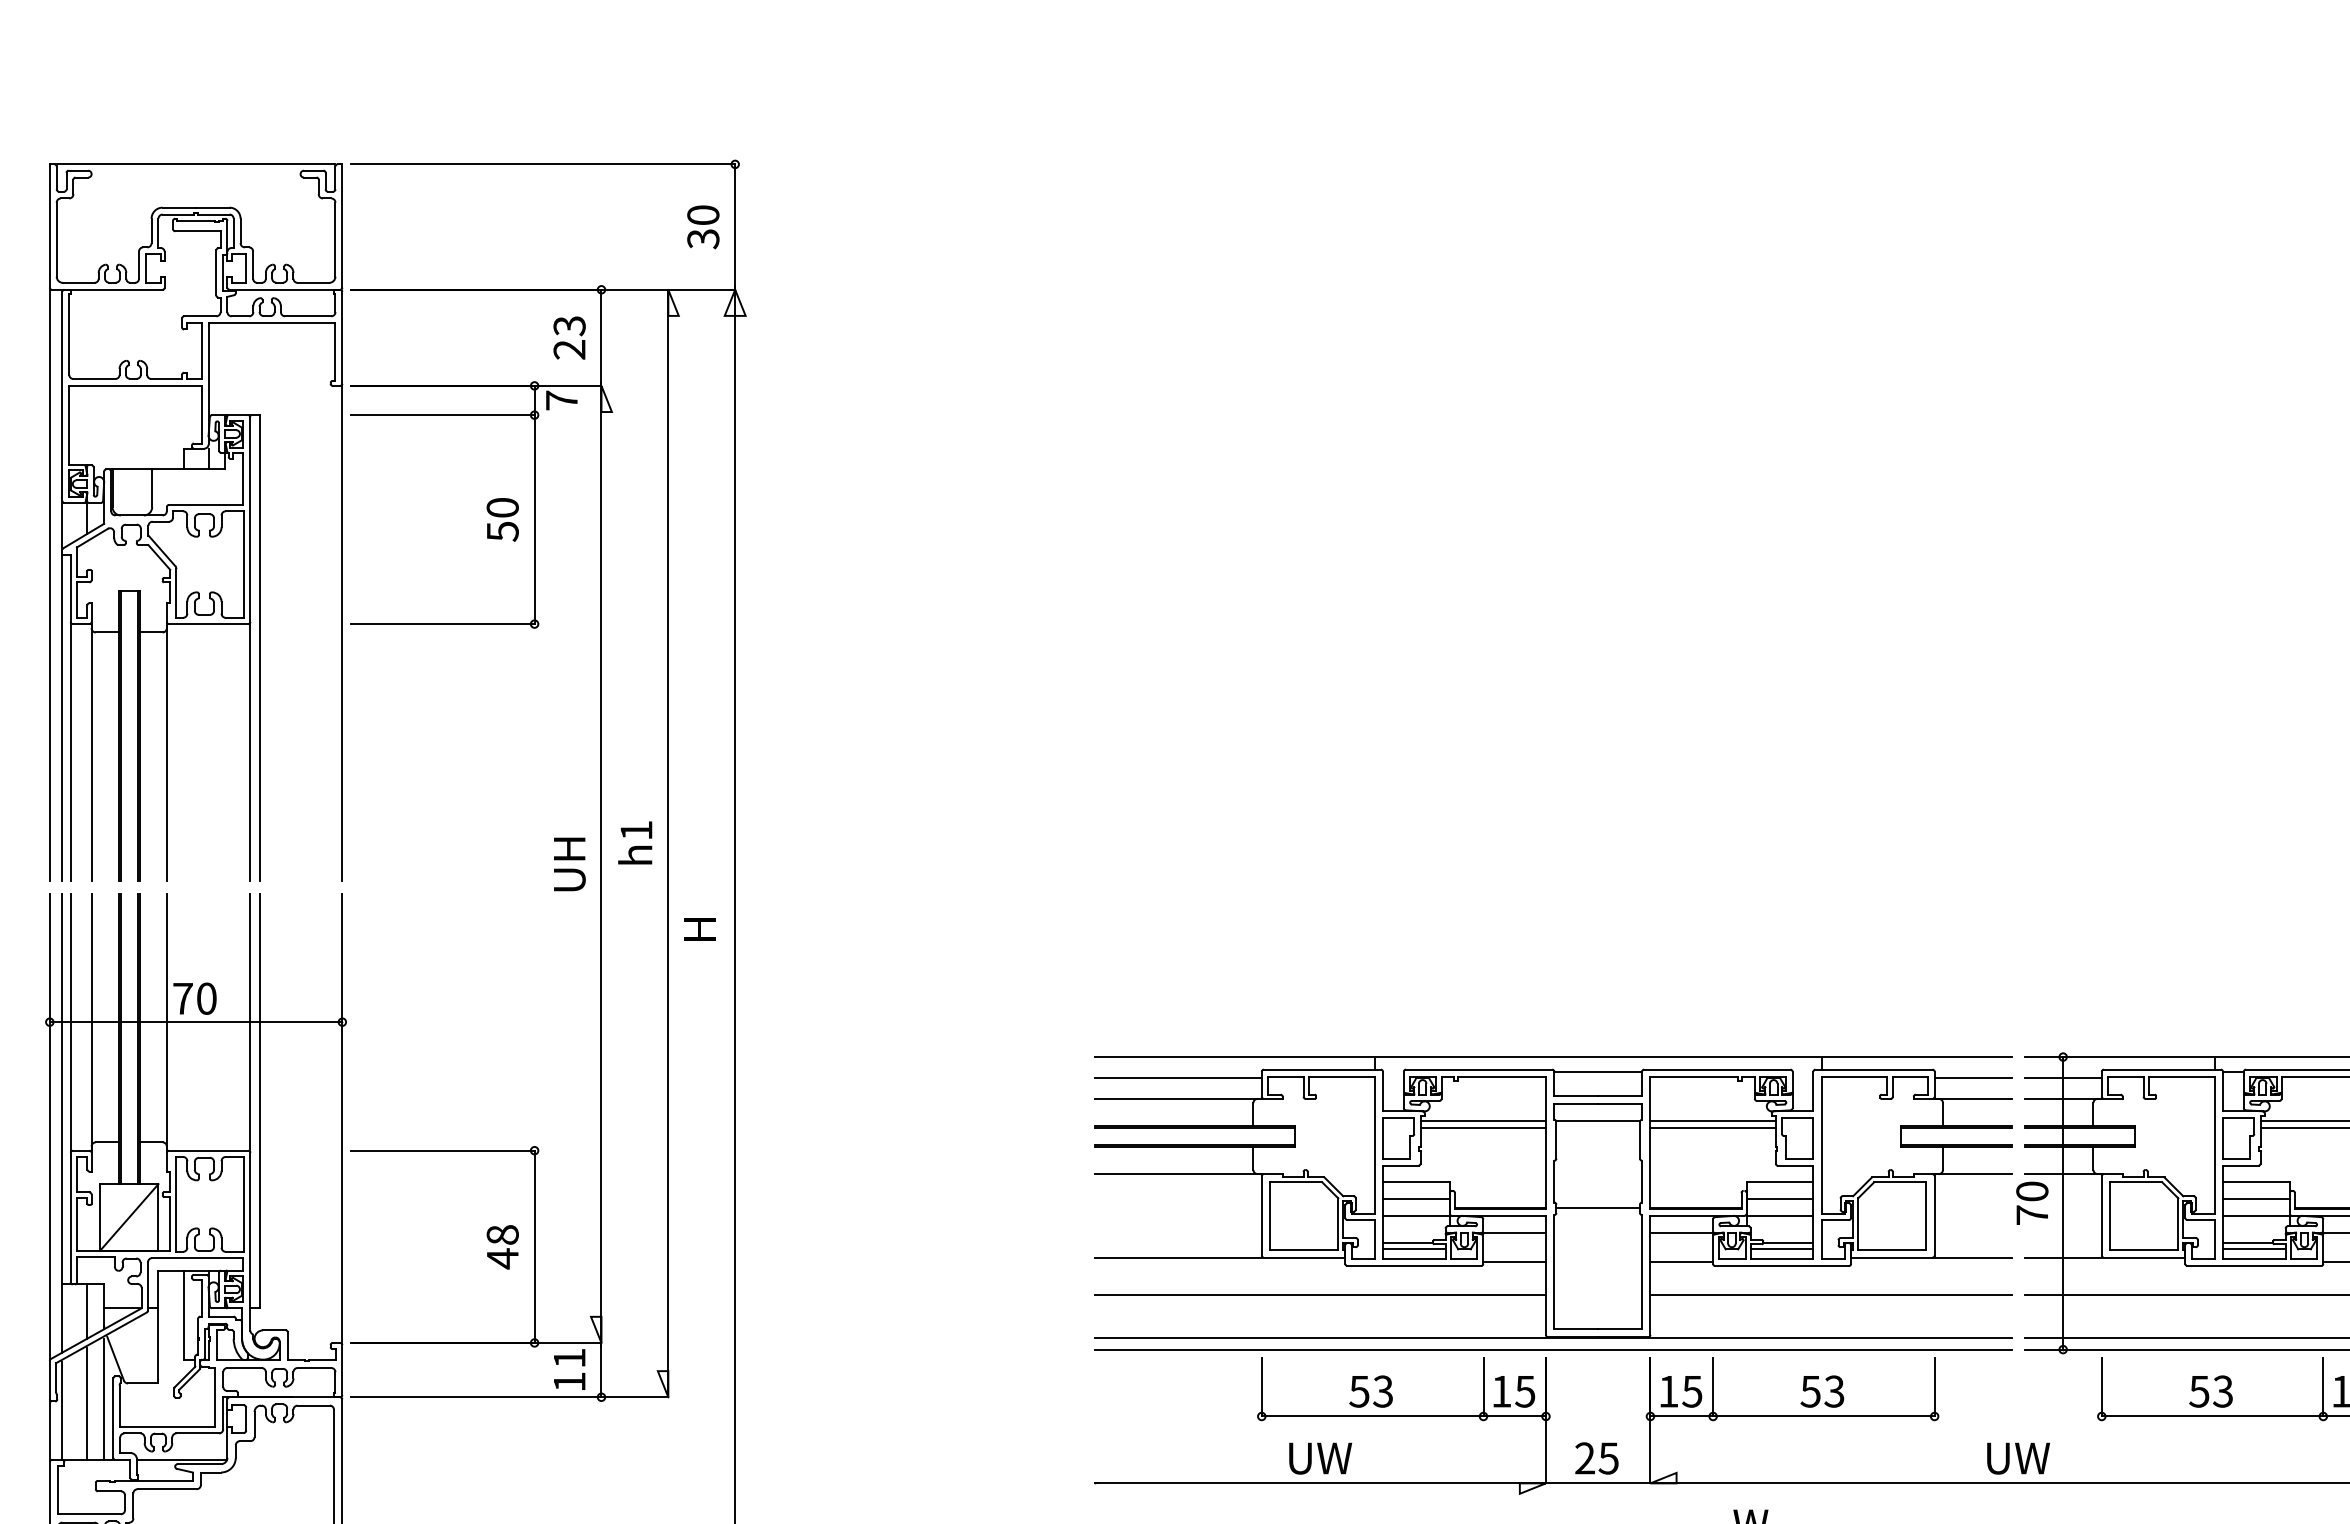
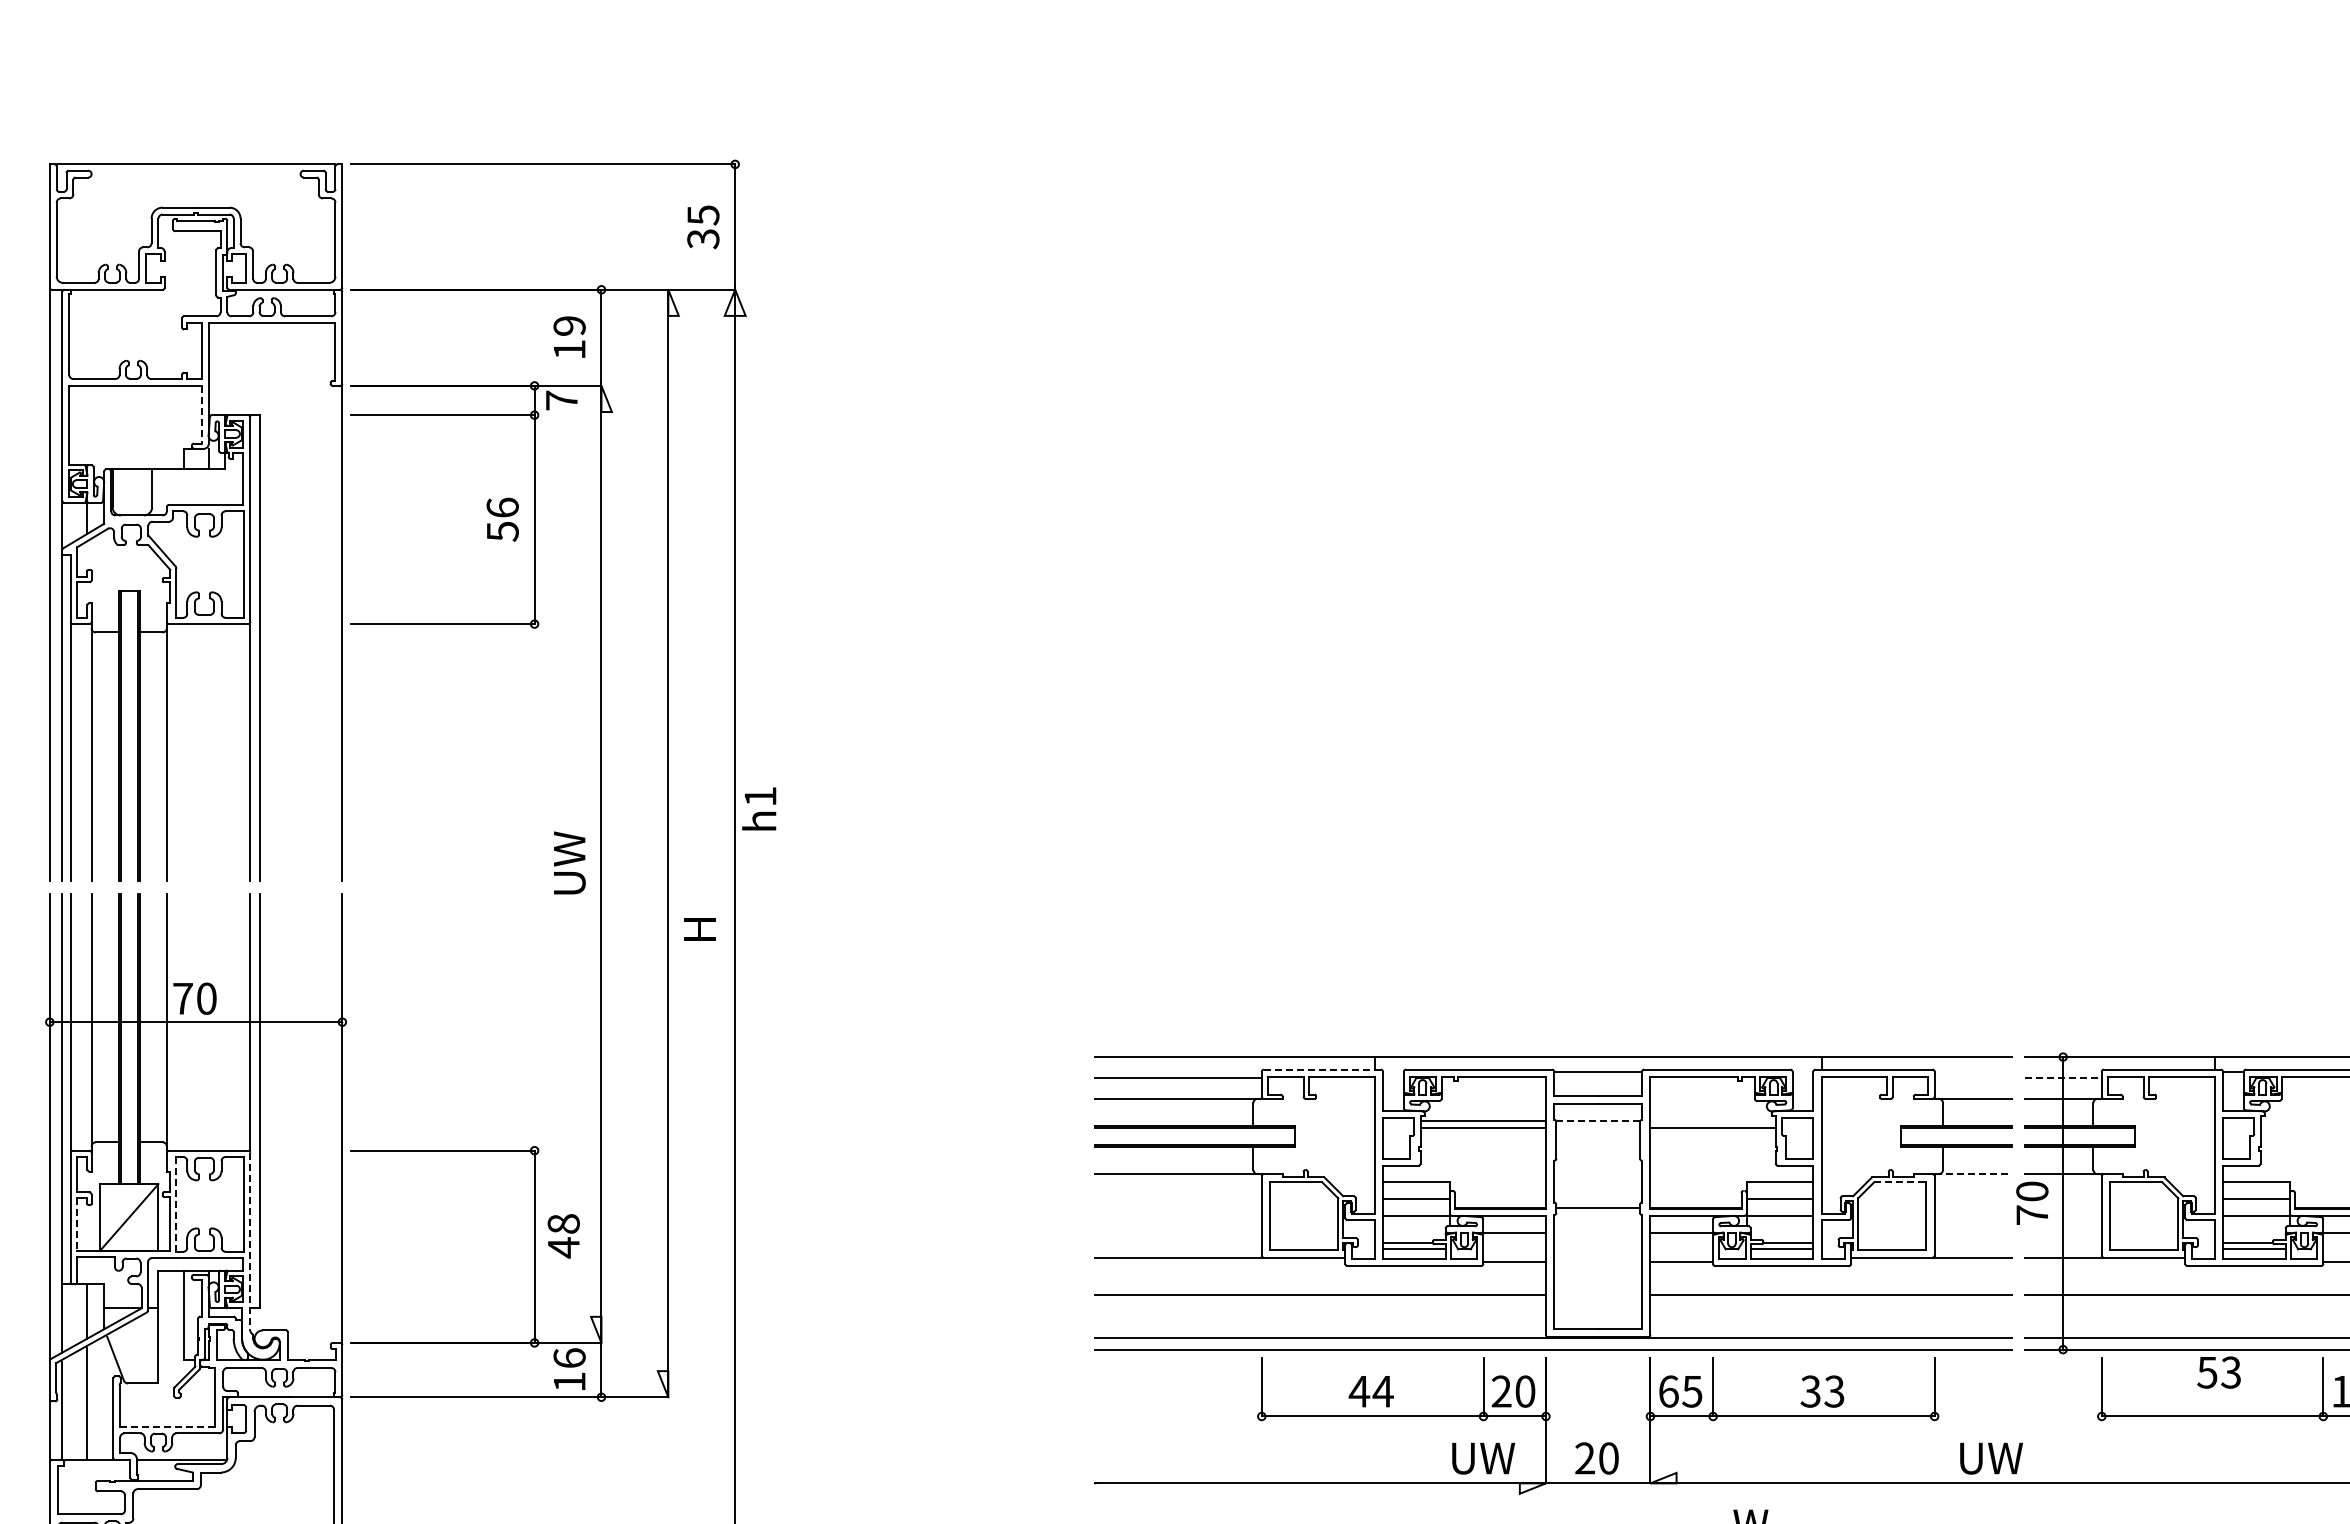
text at (703, 215): 30 -> 35
text at (569, 337): 23 -> 19
line at (201, 414): solid -> dashed
text at (502, 507): 50 -> 56
text at (635, 842) position: (635, 842) -> (759, 808)
text at (569, 862): UH -> UW
line at (1322, 1069): solid -> dashed
line at (1972, 1077): present -> none
line at (2063, 1077): solid -> dashed
line at (1598, 1120): solid -> dashed
line at (1712, 1120): present -> none
line at (2303, 1120): present -> none
line at (2303, 1128): present -> none
line at (1973, 1174): solid -> dashed
line at (1900, 1182): solid -> dashed
line at (176, 1204): solid -> dashed
line at (76, 1224): solid -> dashed
line at (250, 1241): solid -> dashed
text at (502, 1247) position: (502, 1247) -> (563, 1236)
text at (569, 1357): 11 -> 16
text at (1810, 1390): 53 -> 33
text at (1370, 1391): 53 -> 44
text at (1513, 1391): 15 -> 20
text at (1668, 1391): 15 -> 65
text at (2210, 1391) position: (2210, 1391) -> (2218, 1372)
line at (104, 1398): present -> none
line at (167, 1426): solid -> dashed
text at (1320, 1458) position: (1320, 1458) -> (1483, 1458)
text at (1608, 1458): 25 -> 20
text at (2018, 1458) position: (2018, 1458) -> (1991, 1458)
